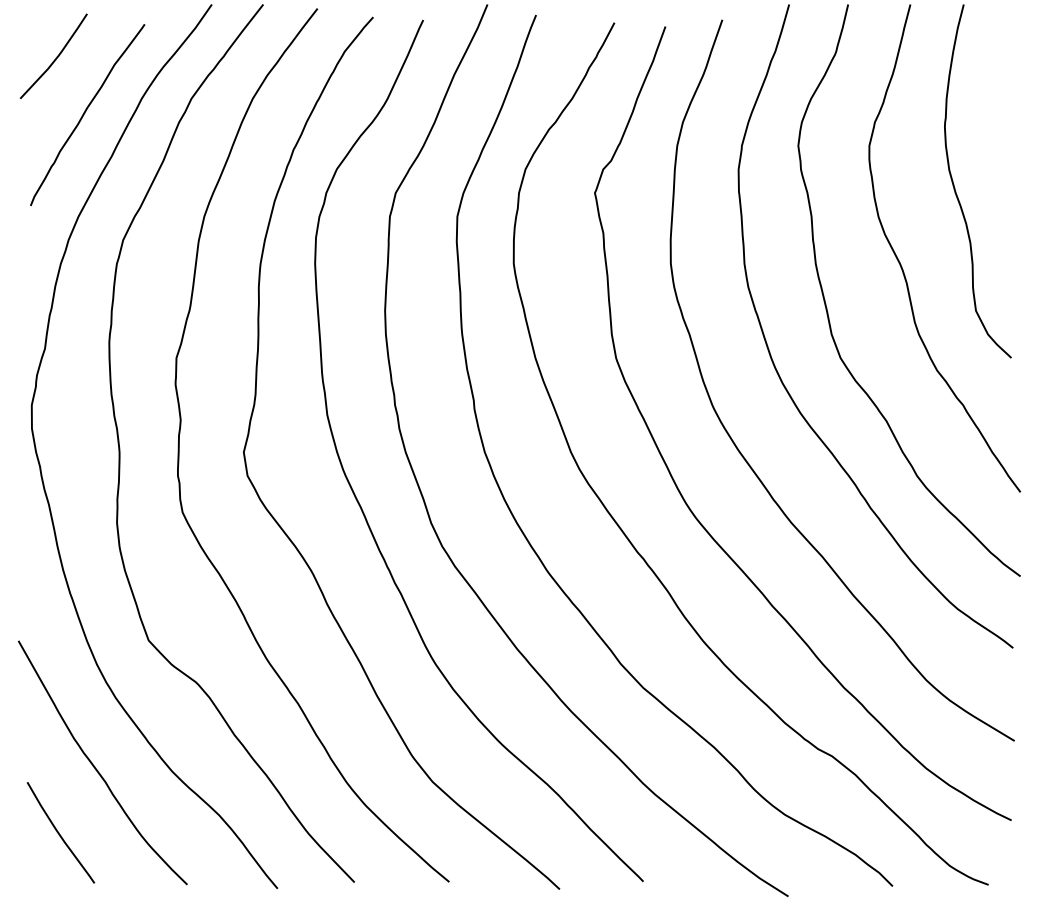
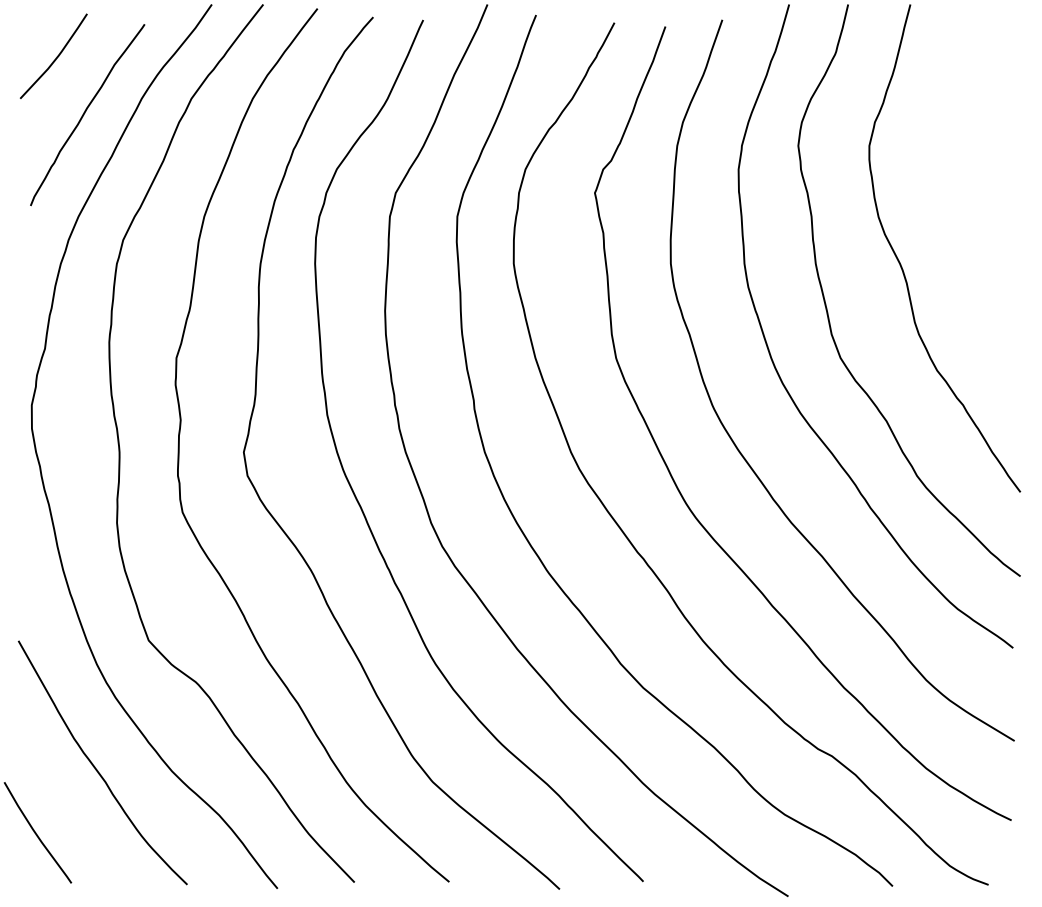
curve at (955, 187): present -> none
curve at (59, 832) position: (59, 832) -> (36, 832)
